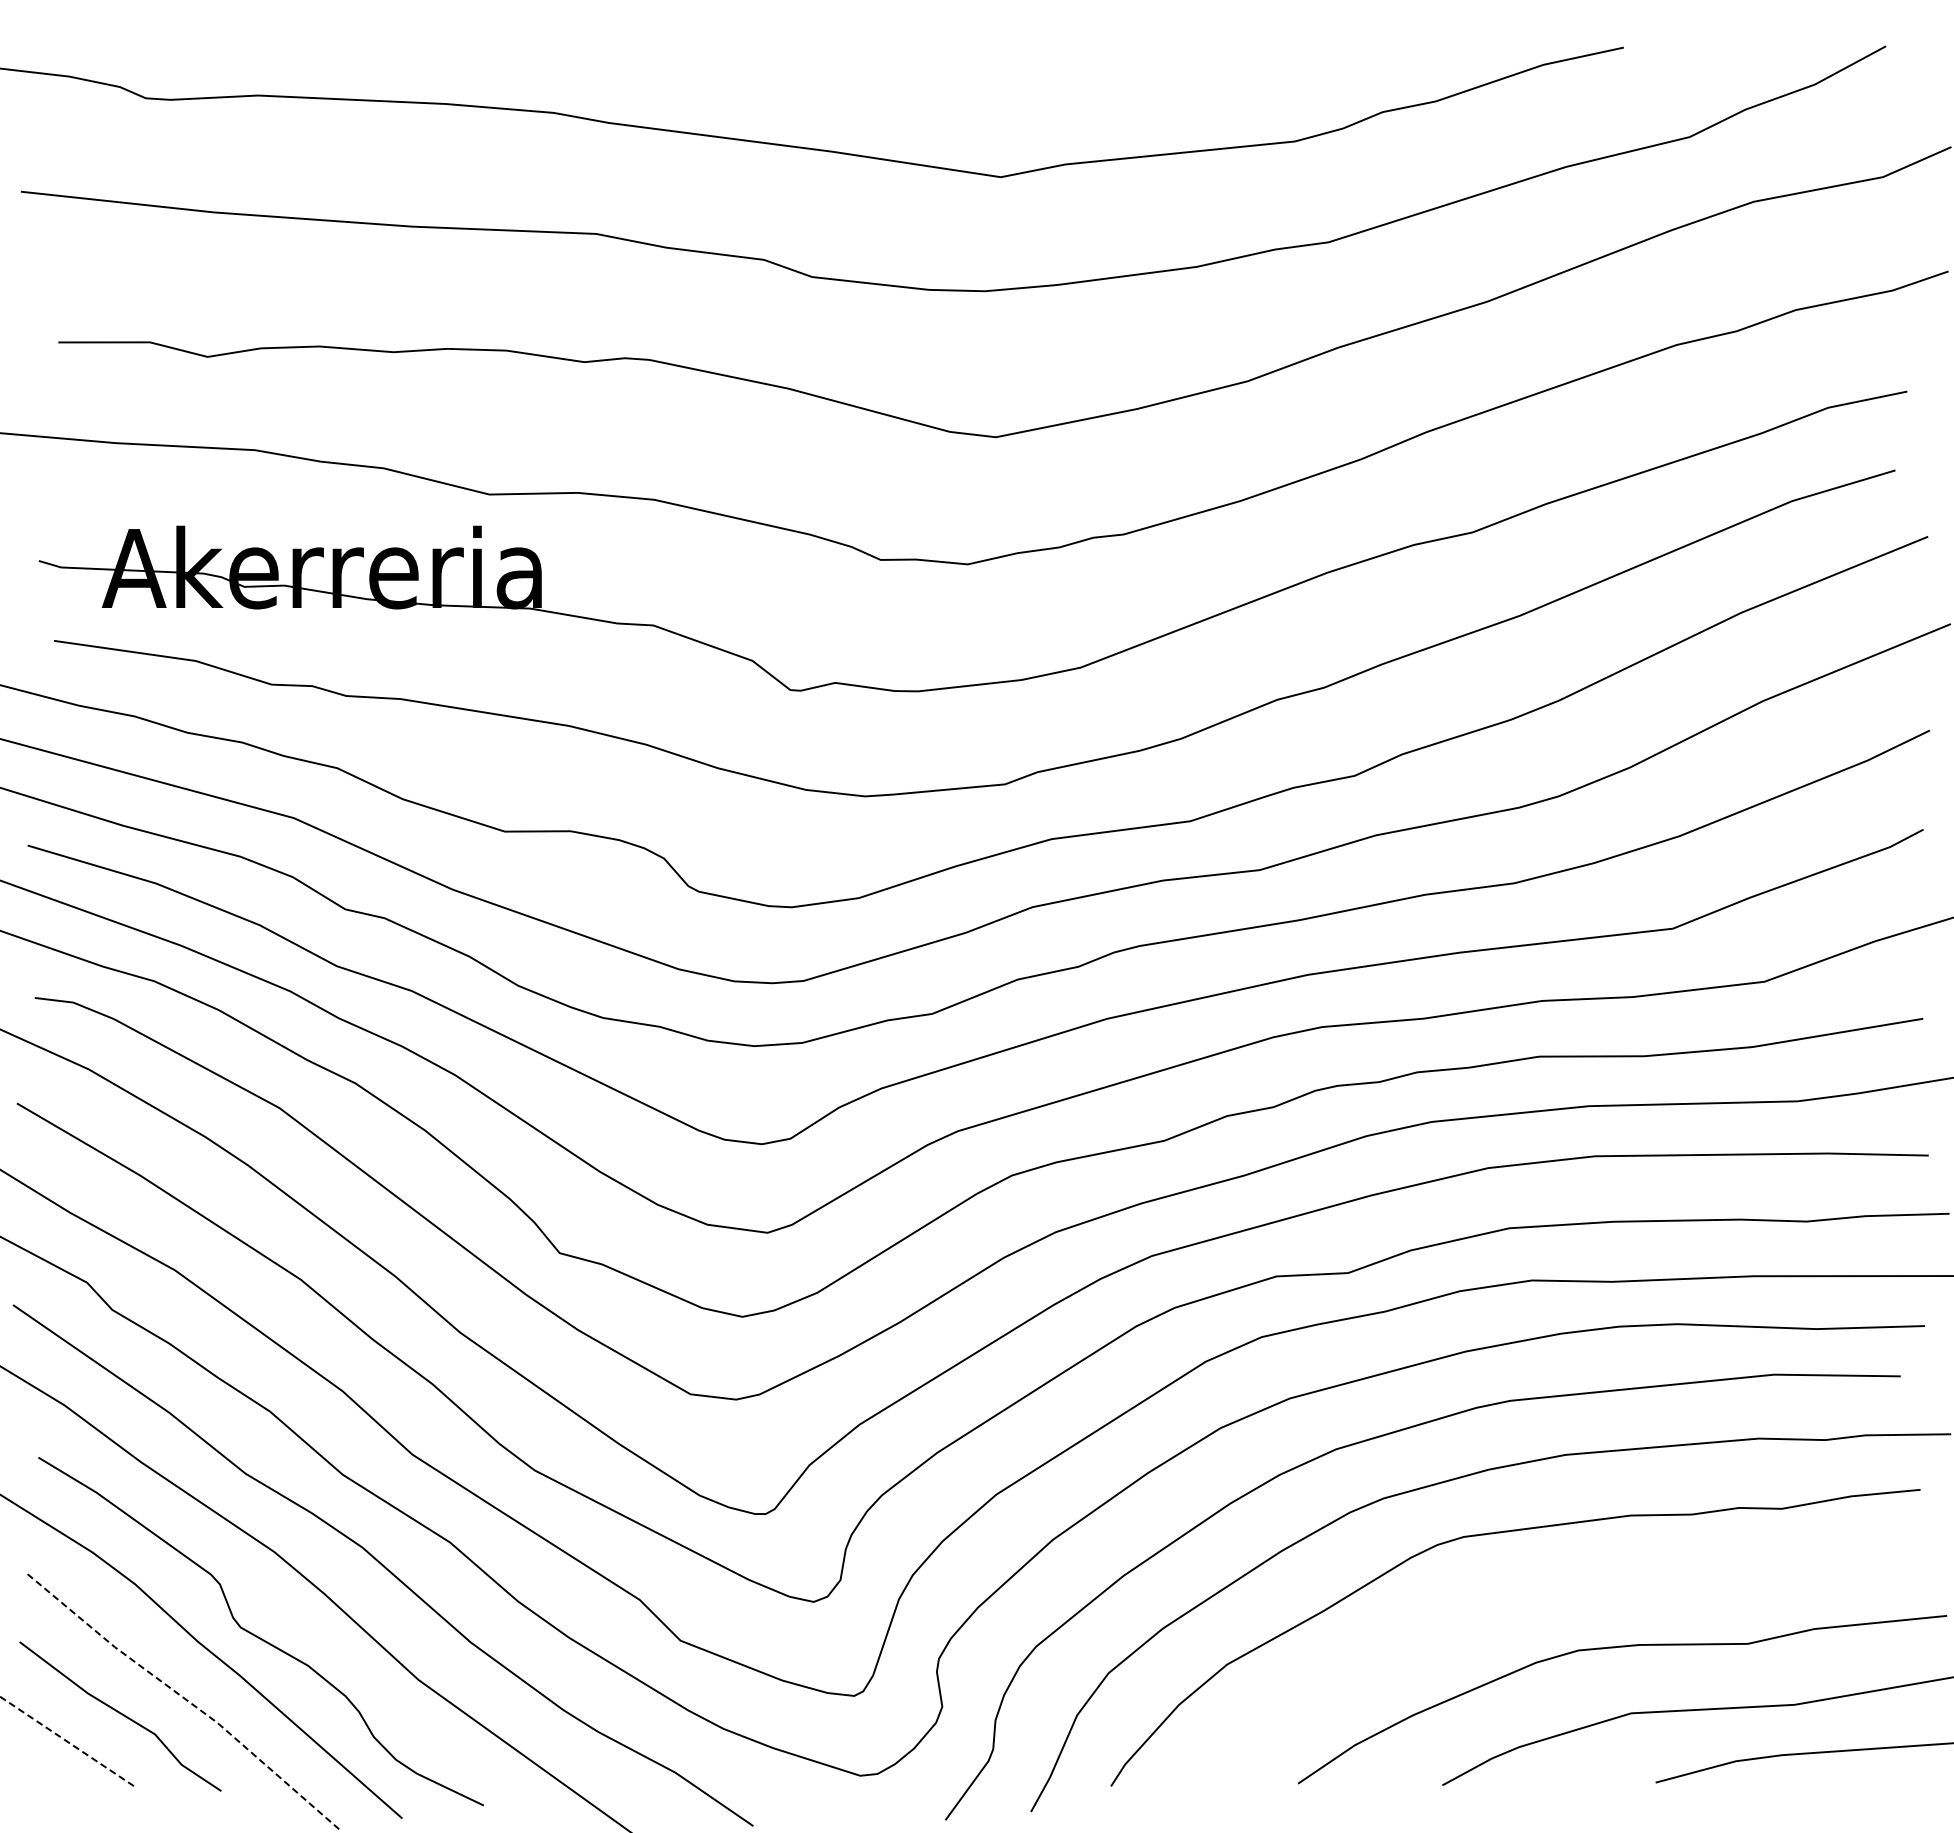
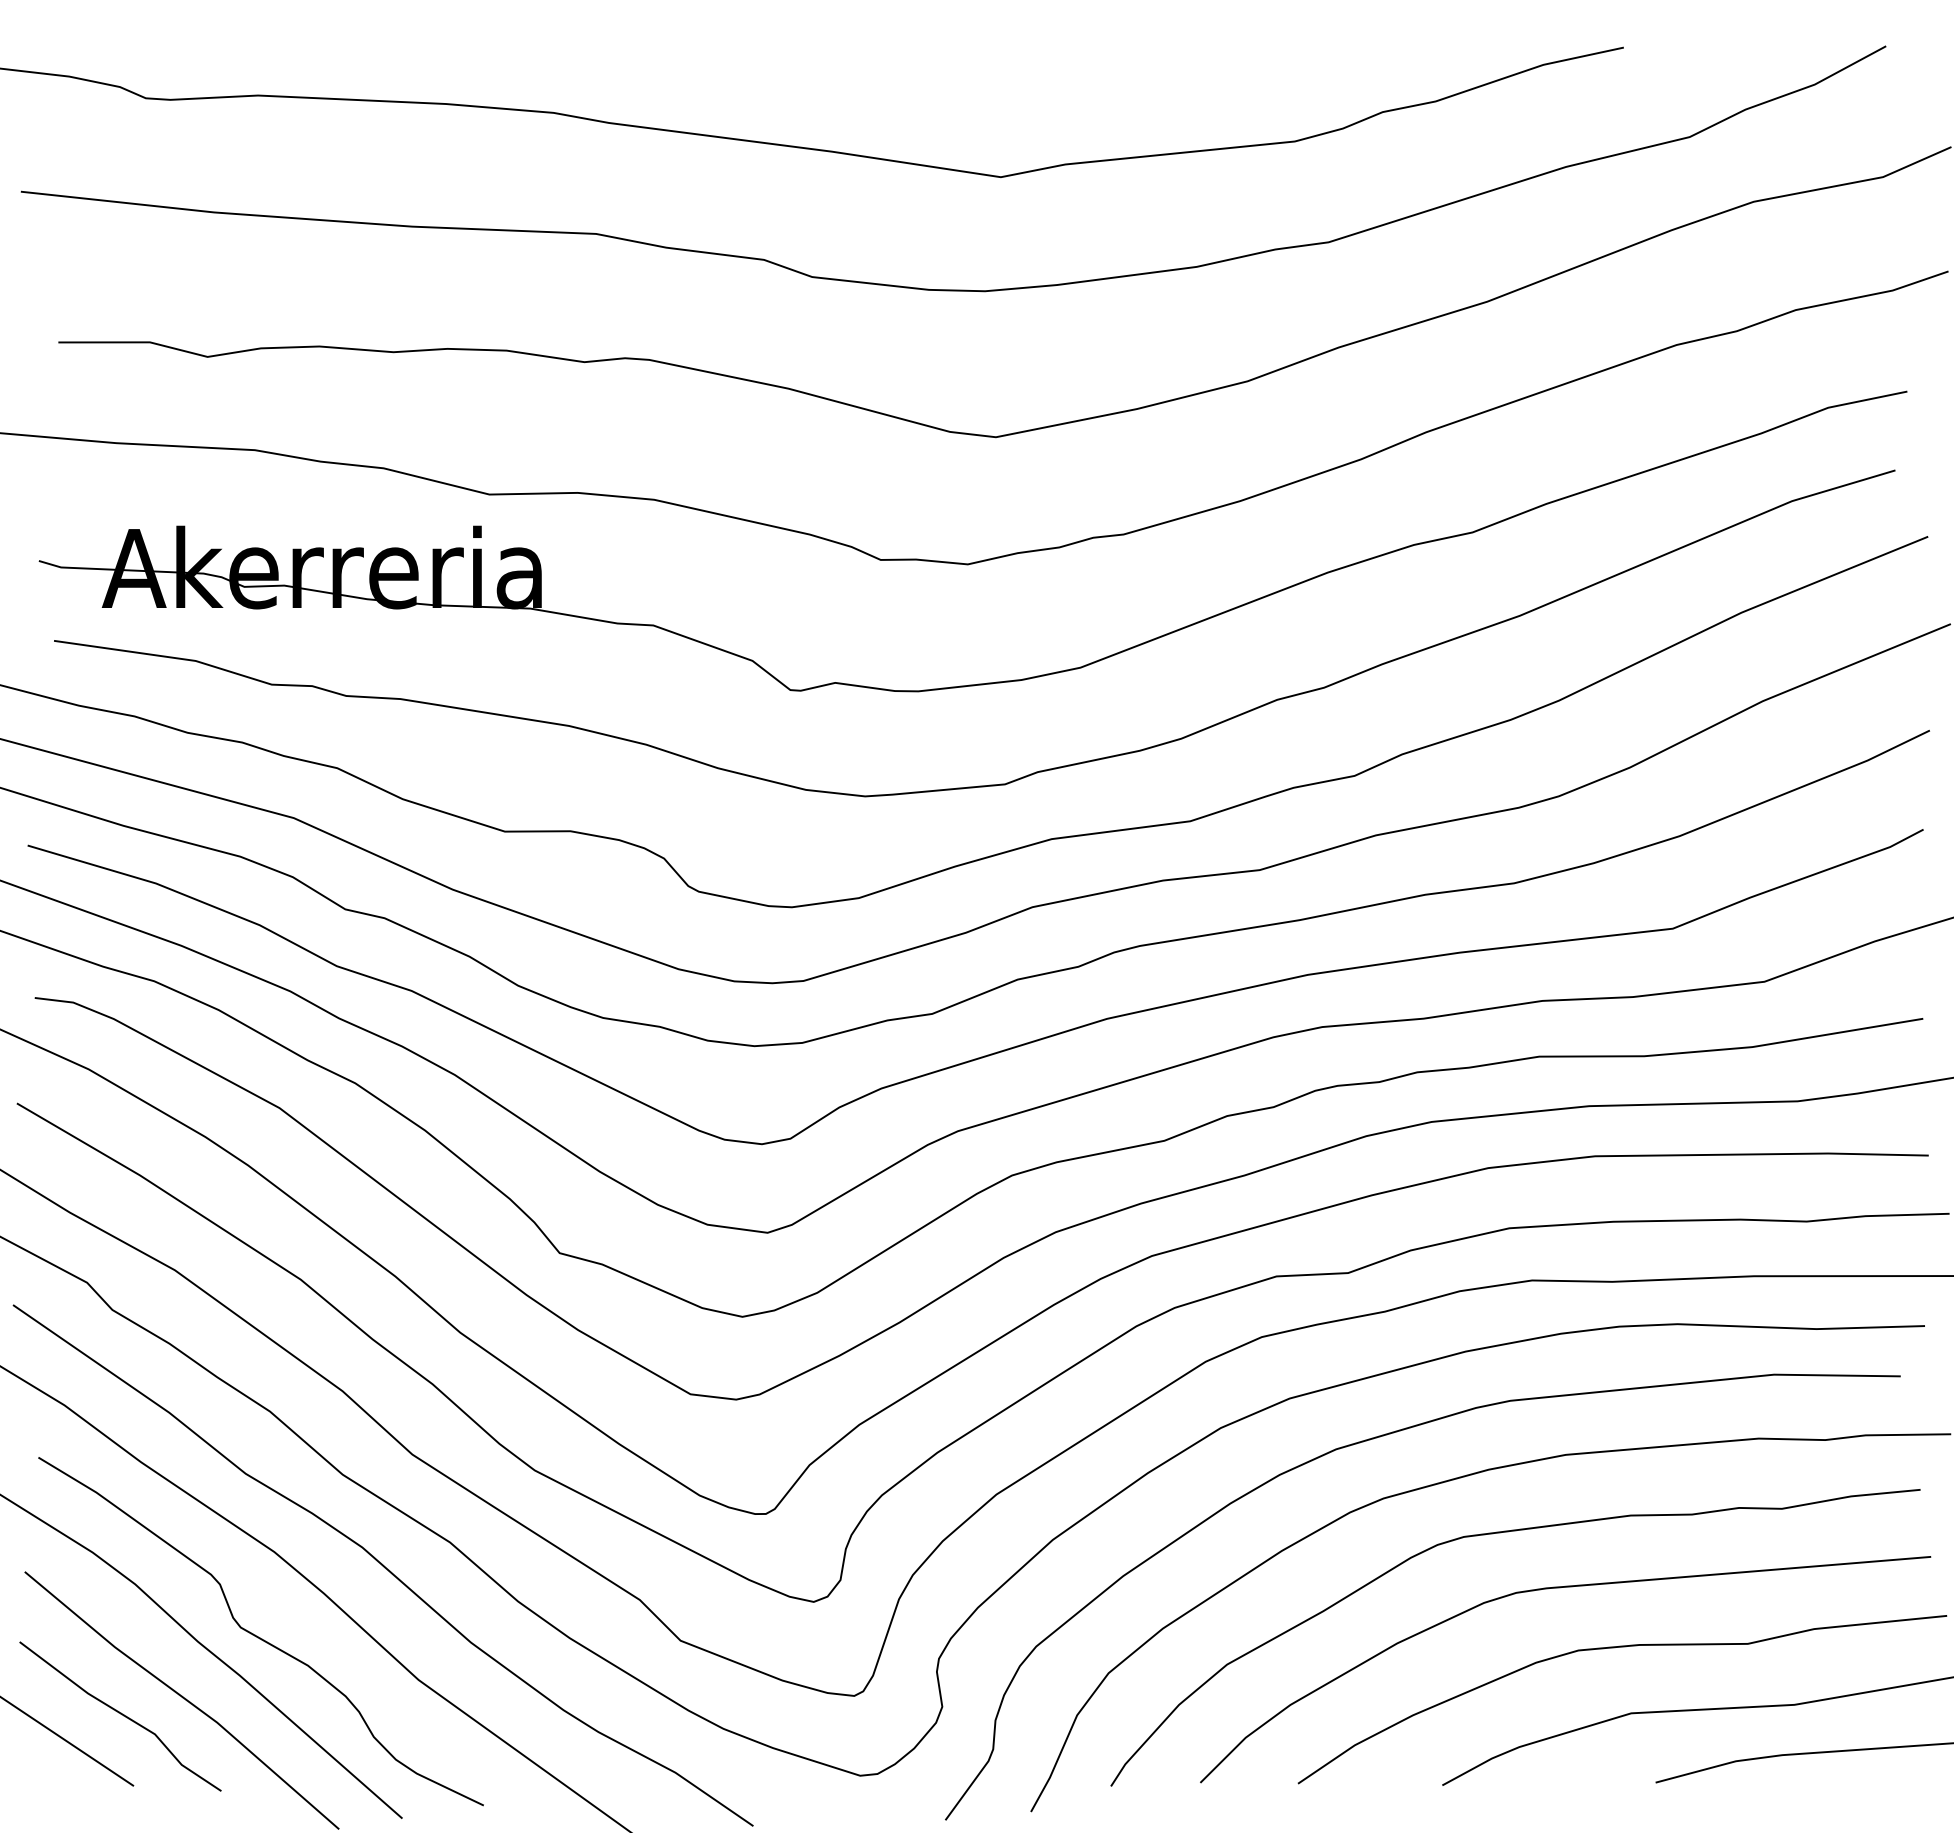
curve at (1560, 1588): none -> present
line at (184, 1698): dashed -> solid
line at (66, 1741): dashed -> solid
